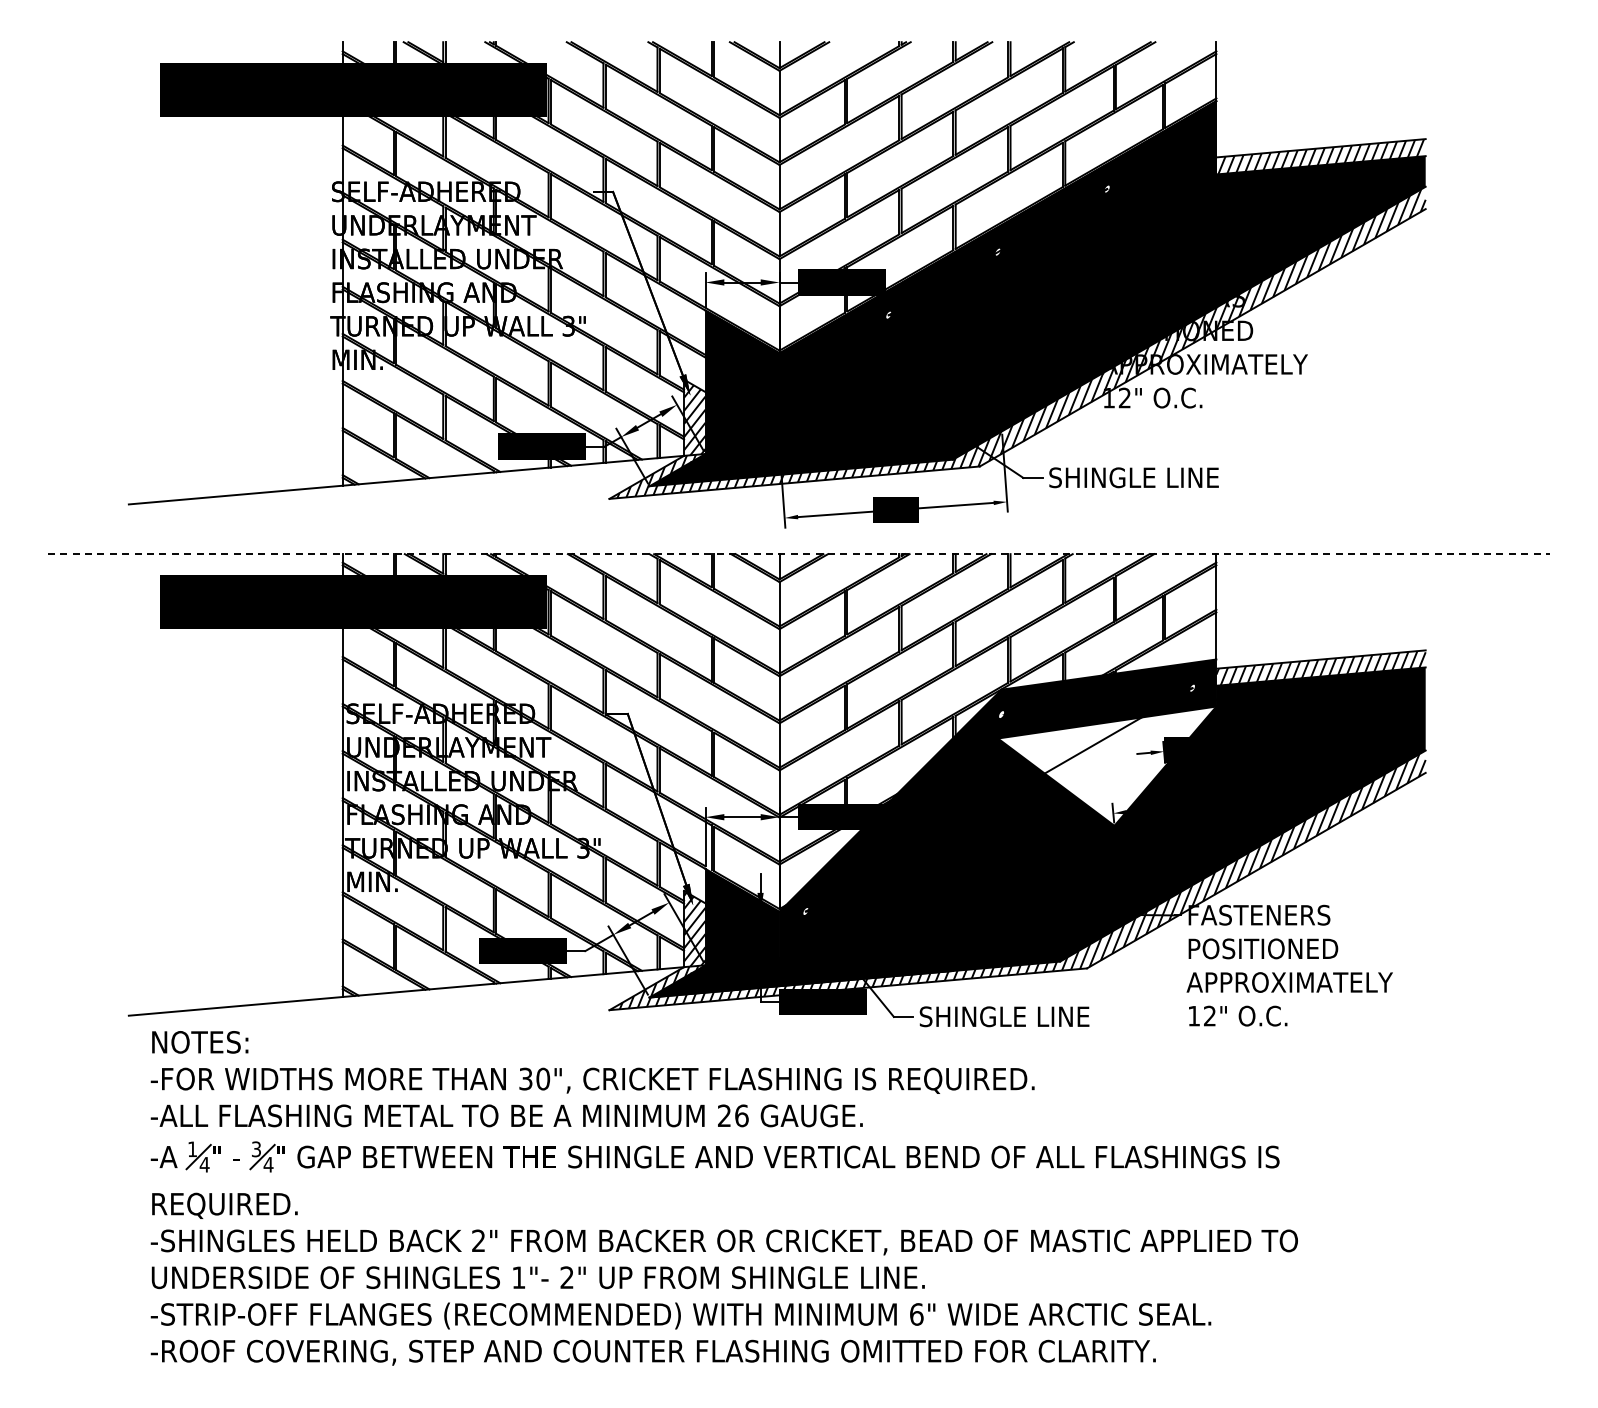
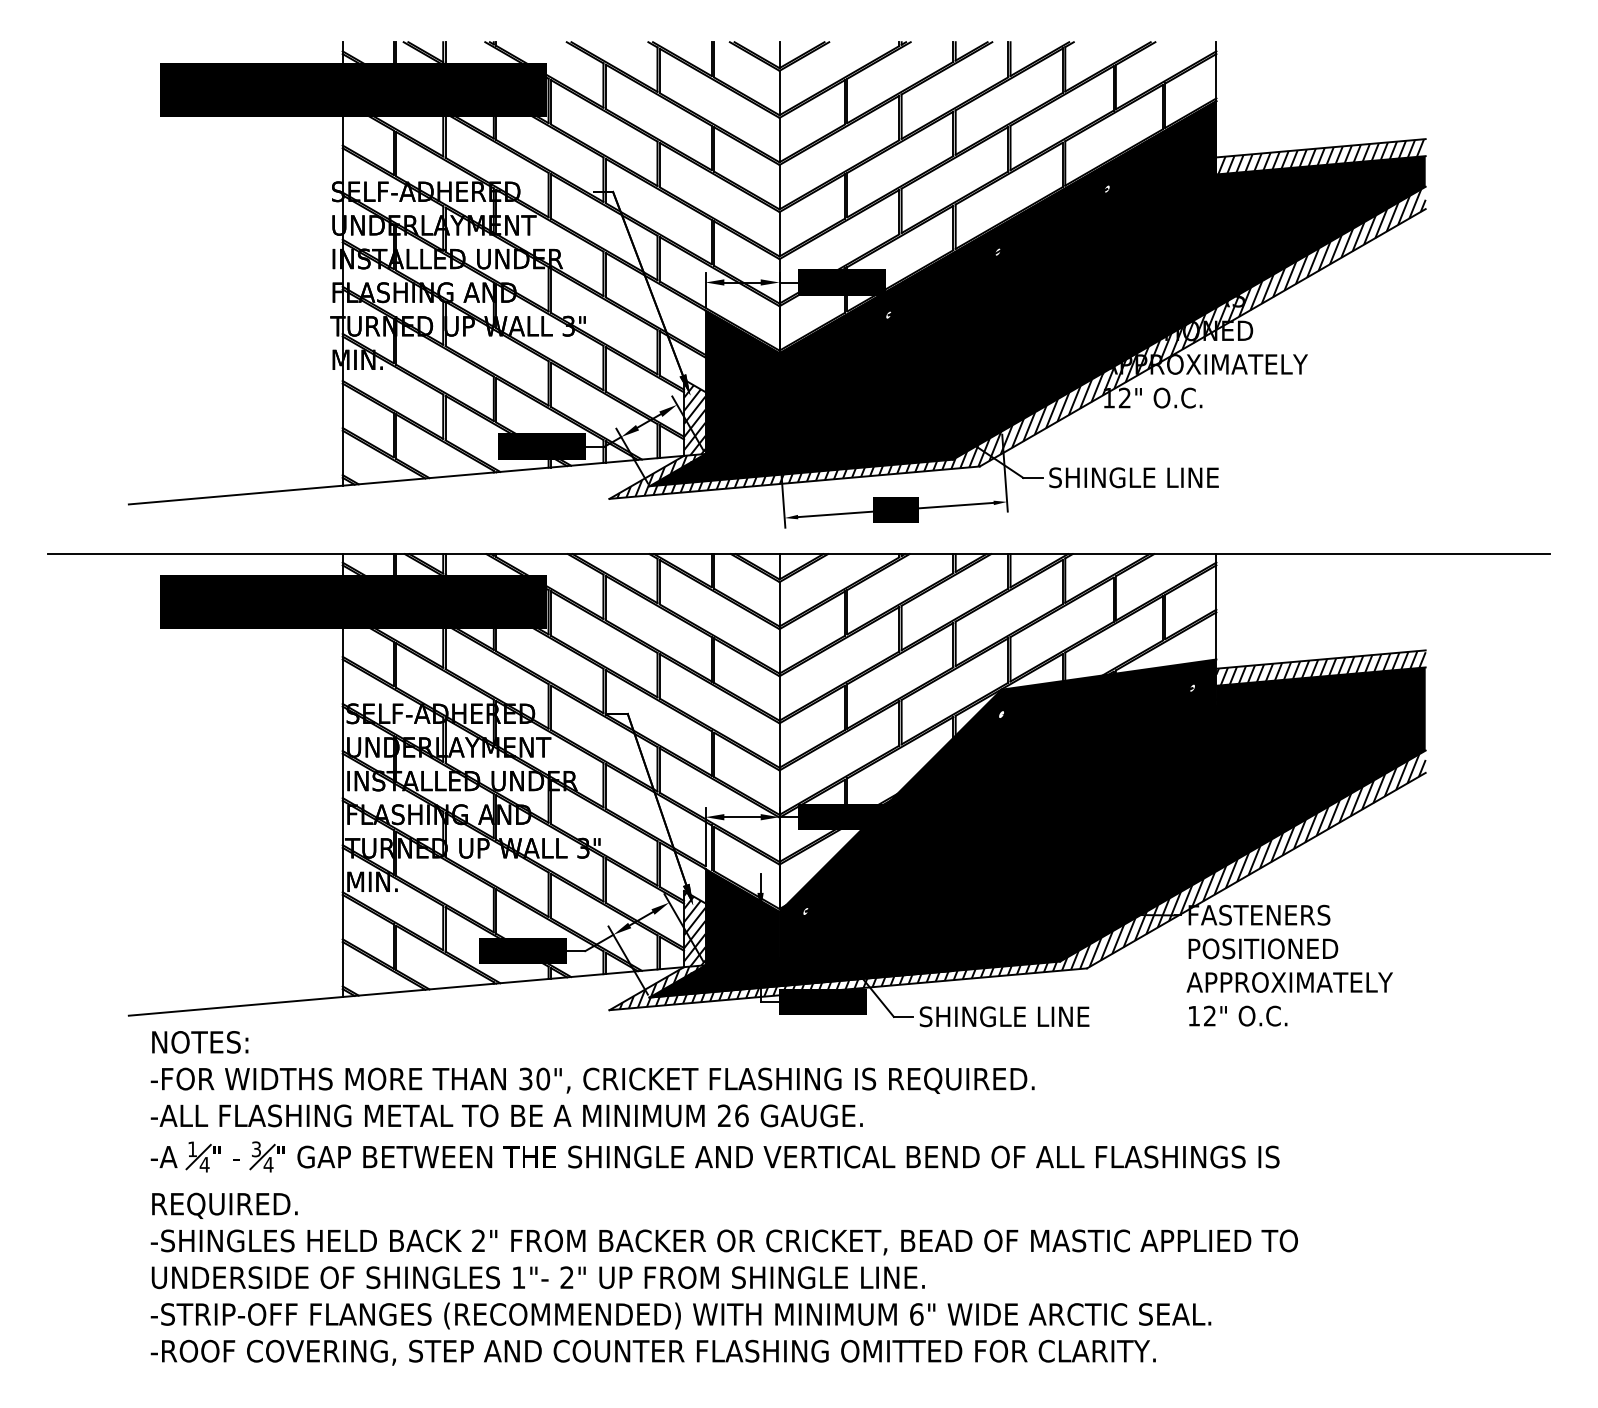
line at (799, 554): dashed -> solid
fill at (1106, 765): none -> present
